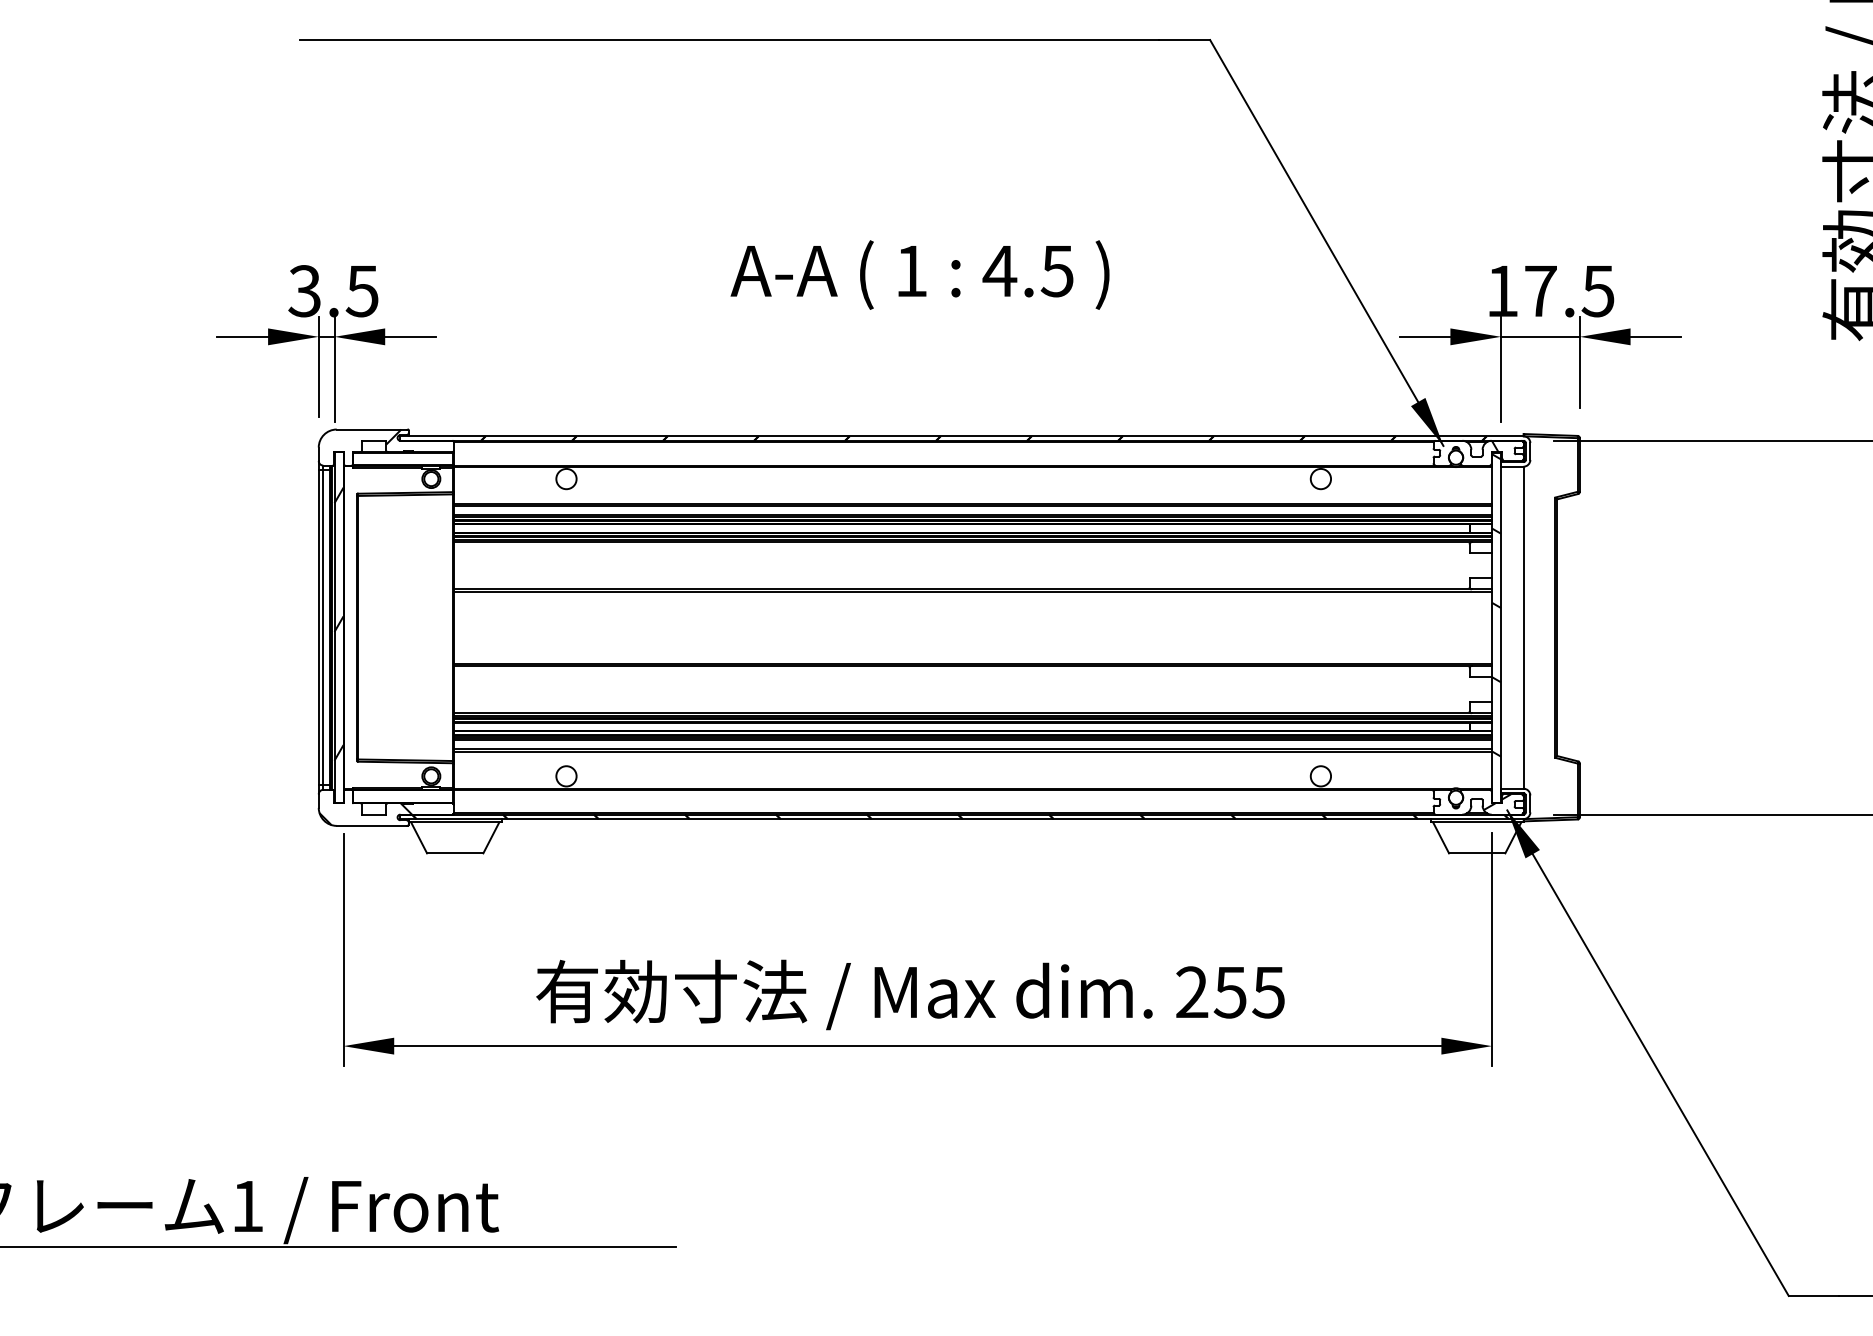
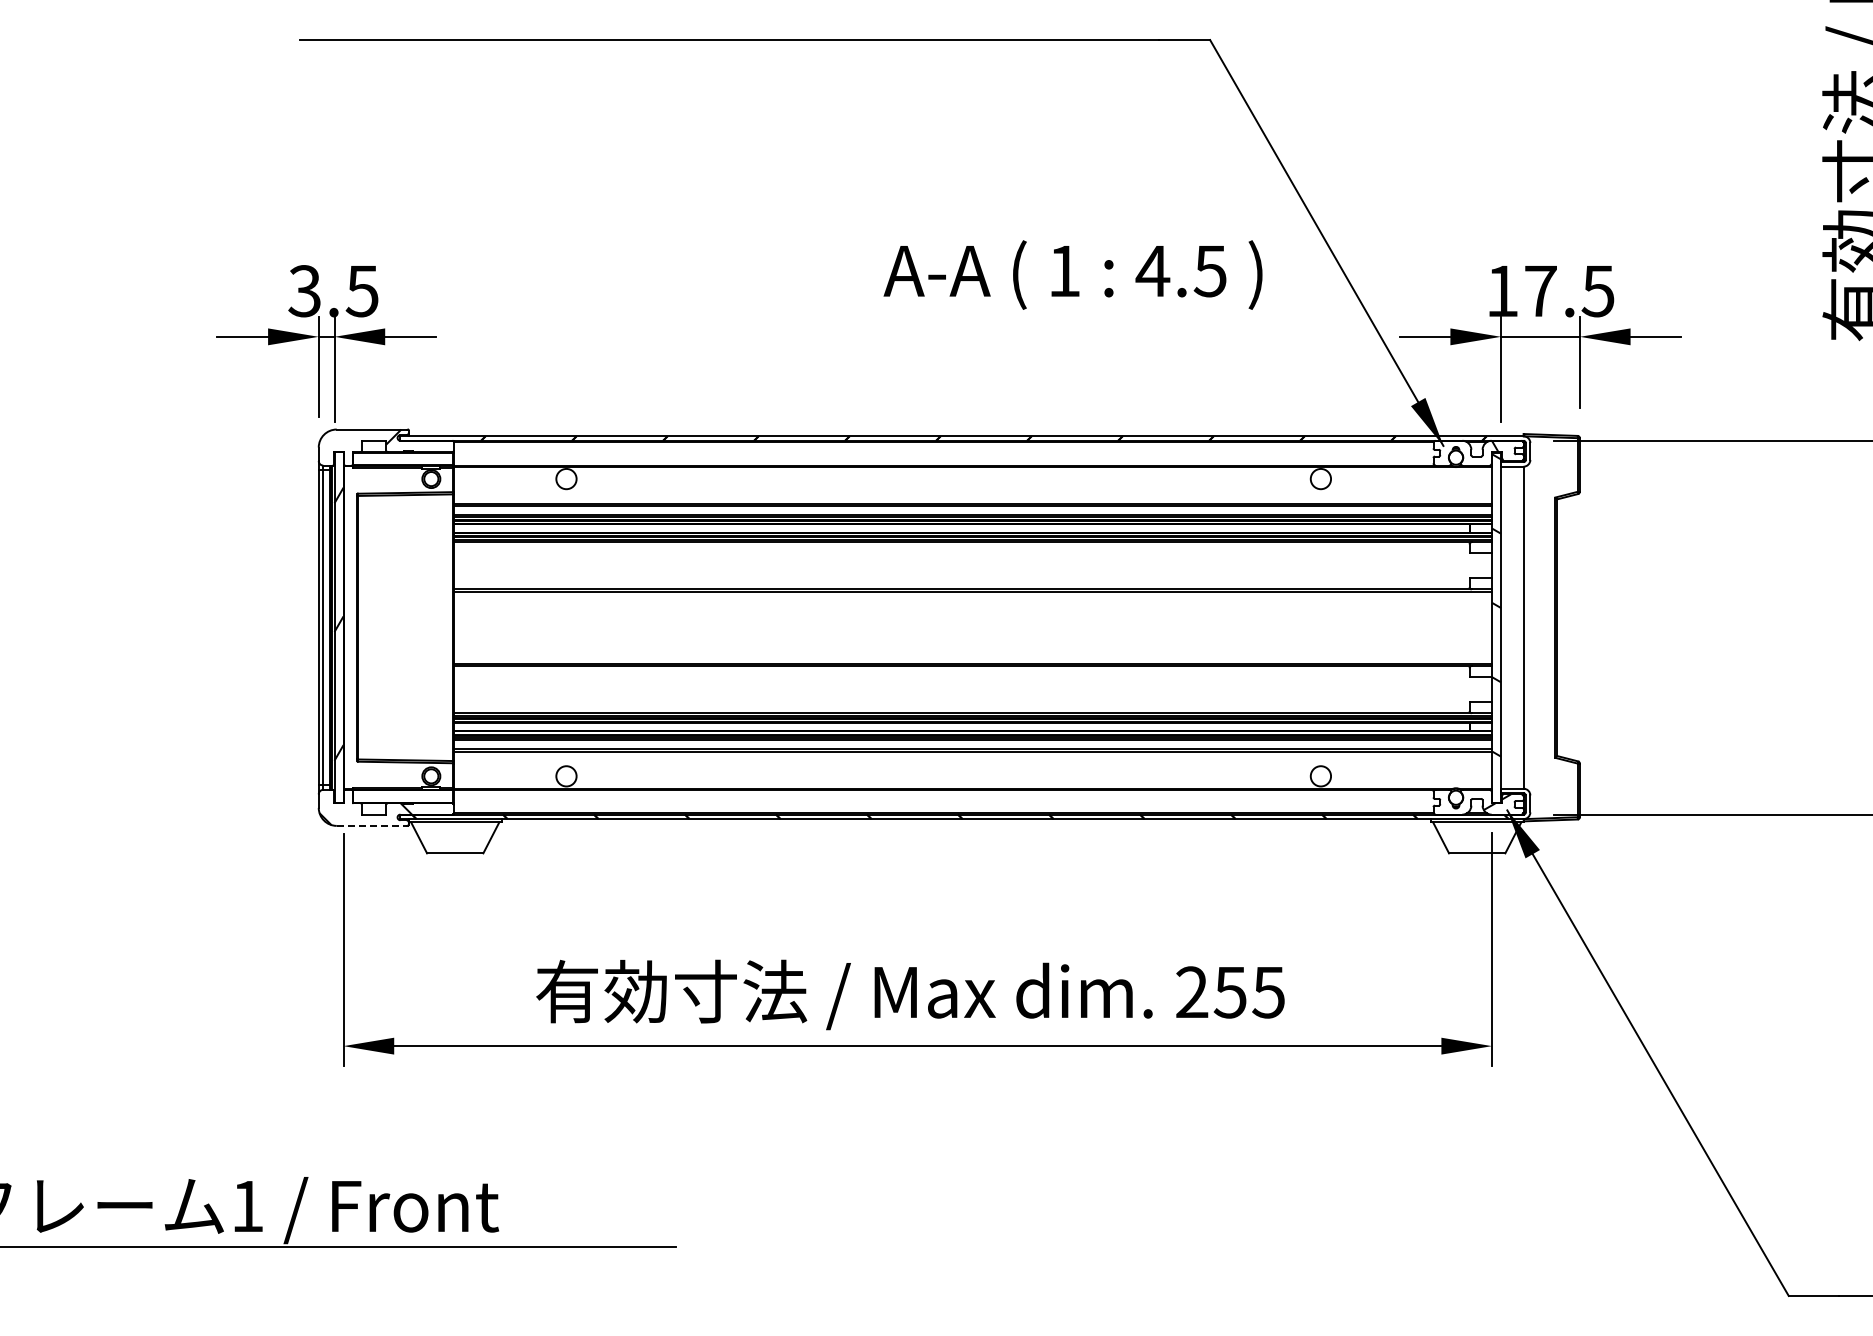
text at (919, 274) position: (919, 274) -> (1072, 274)
line at (372, 825): solid -> dashed
